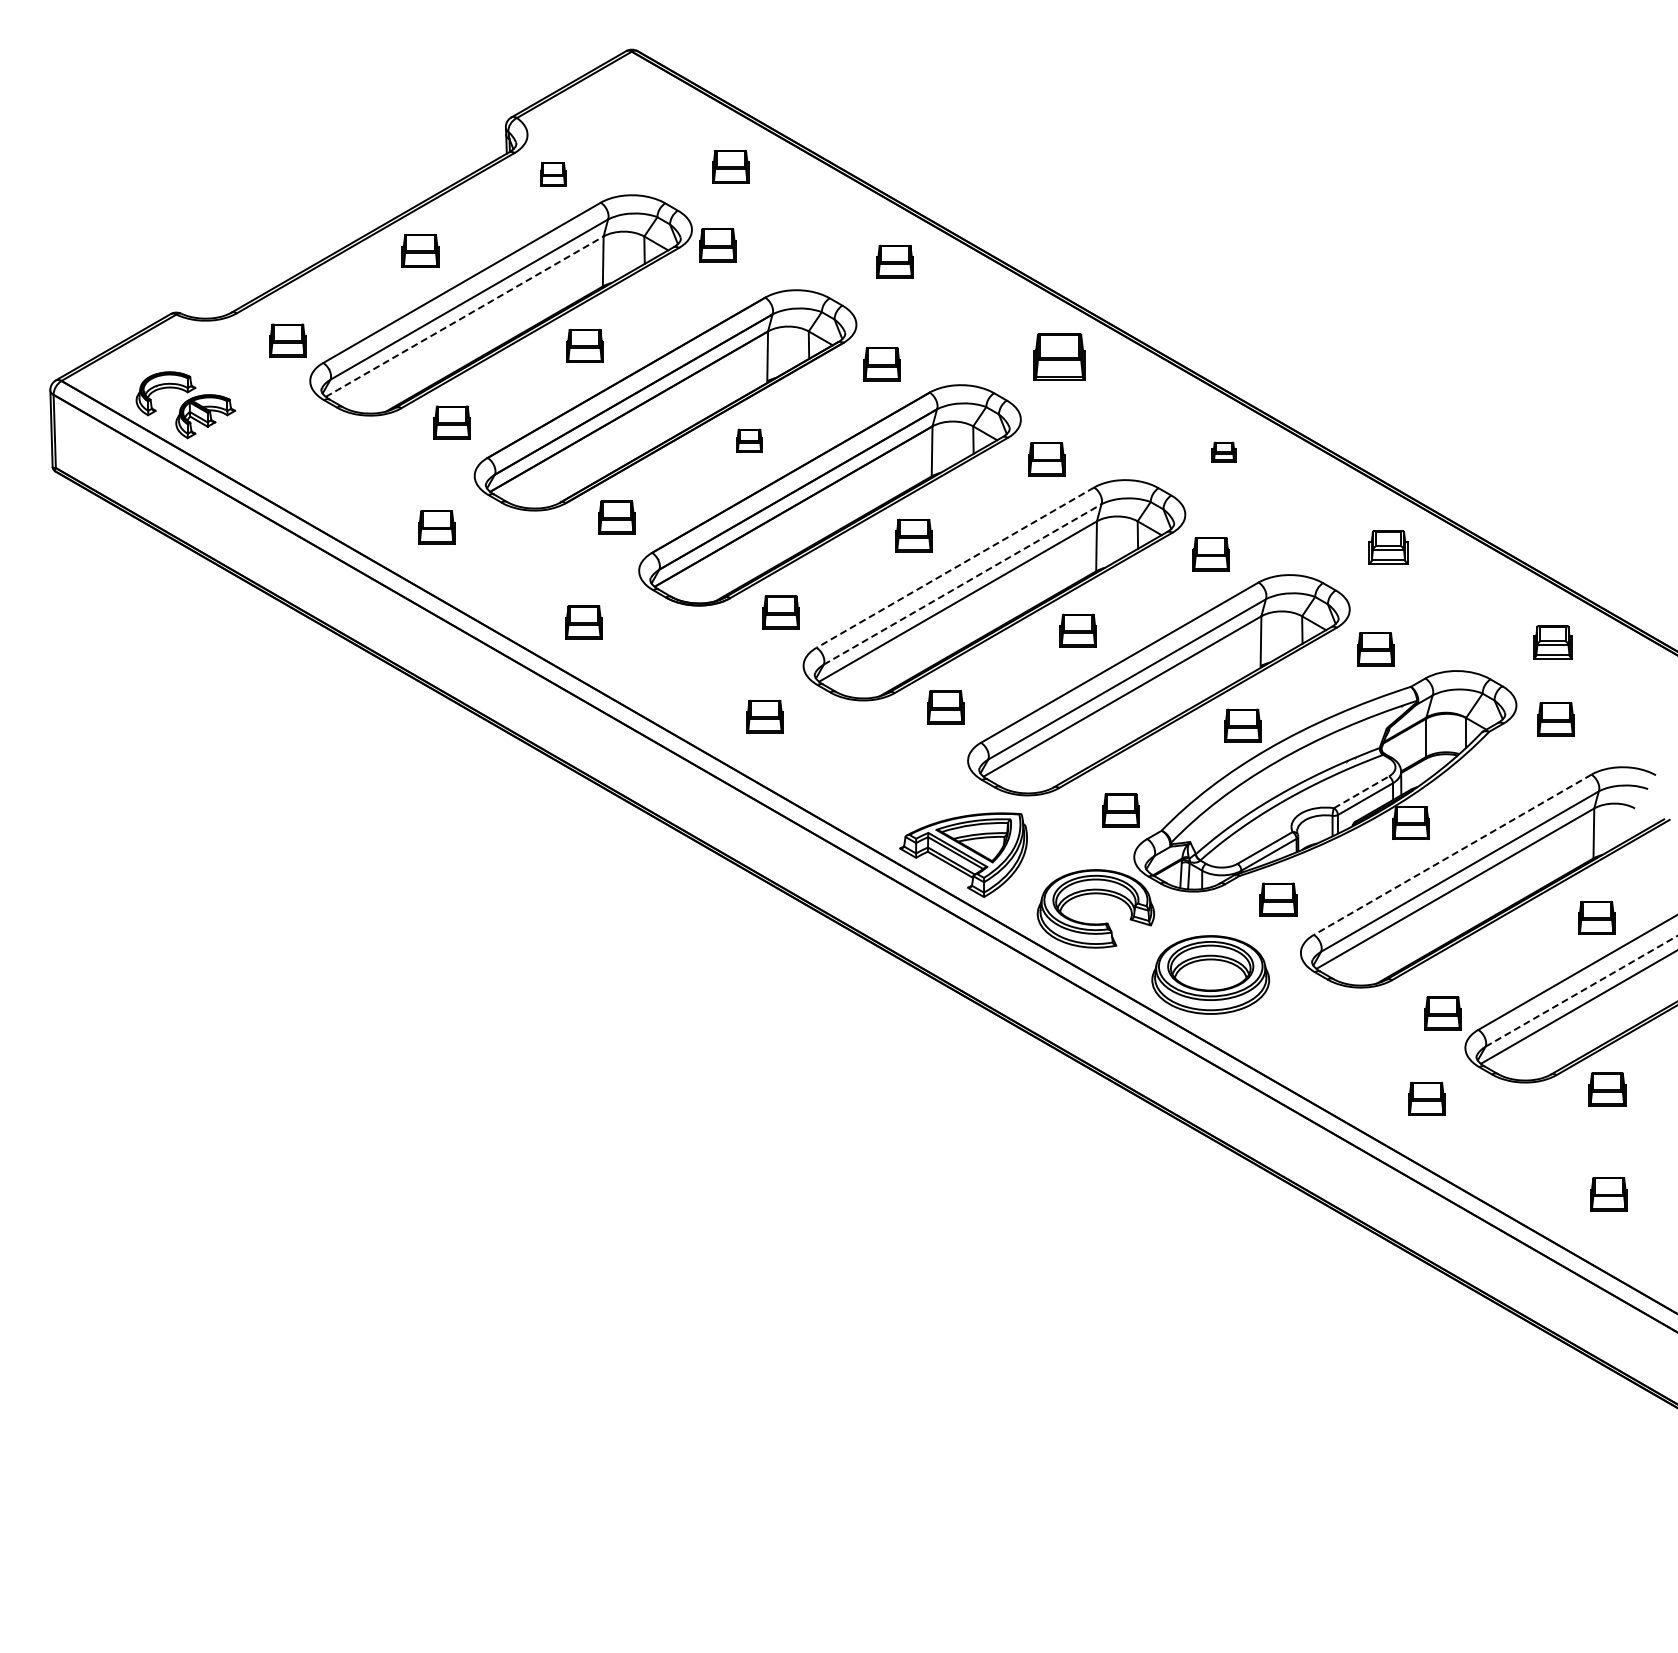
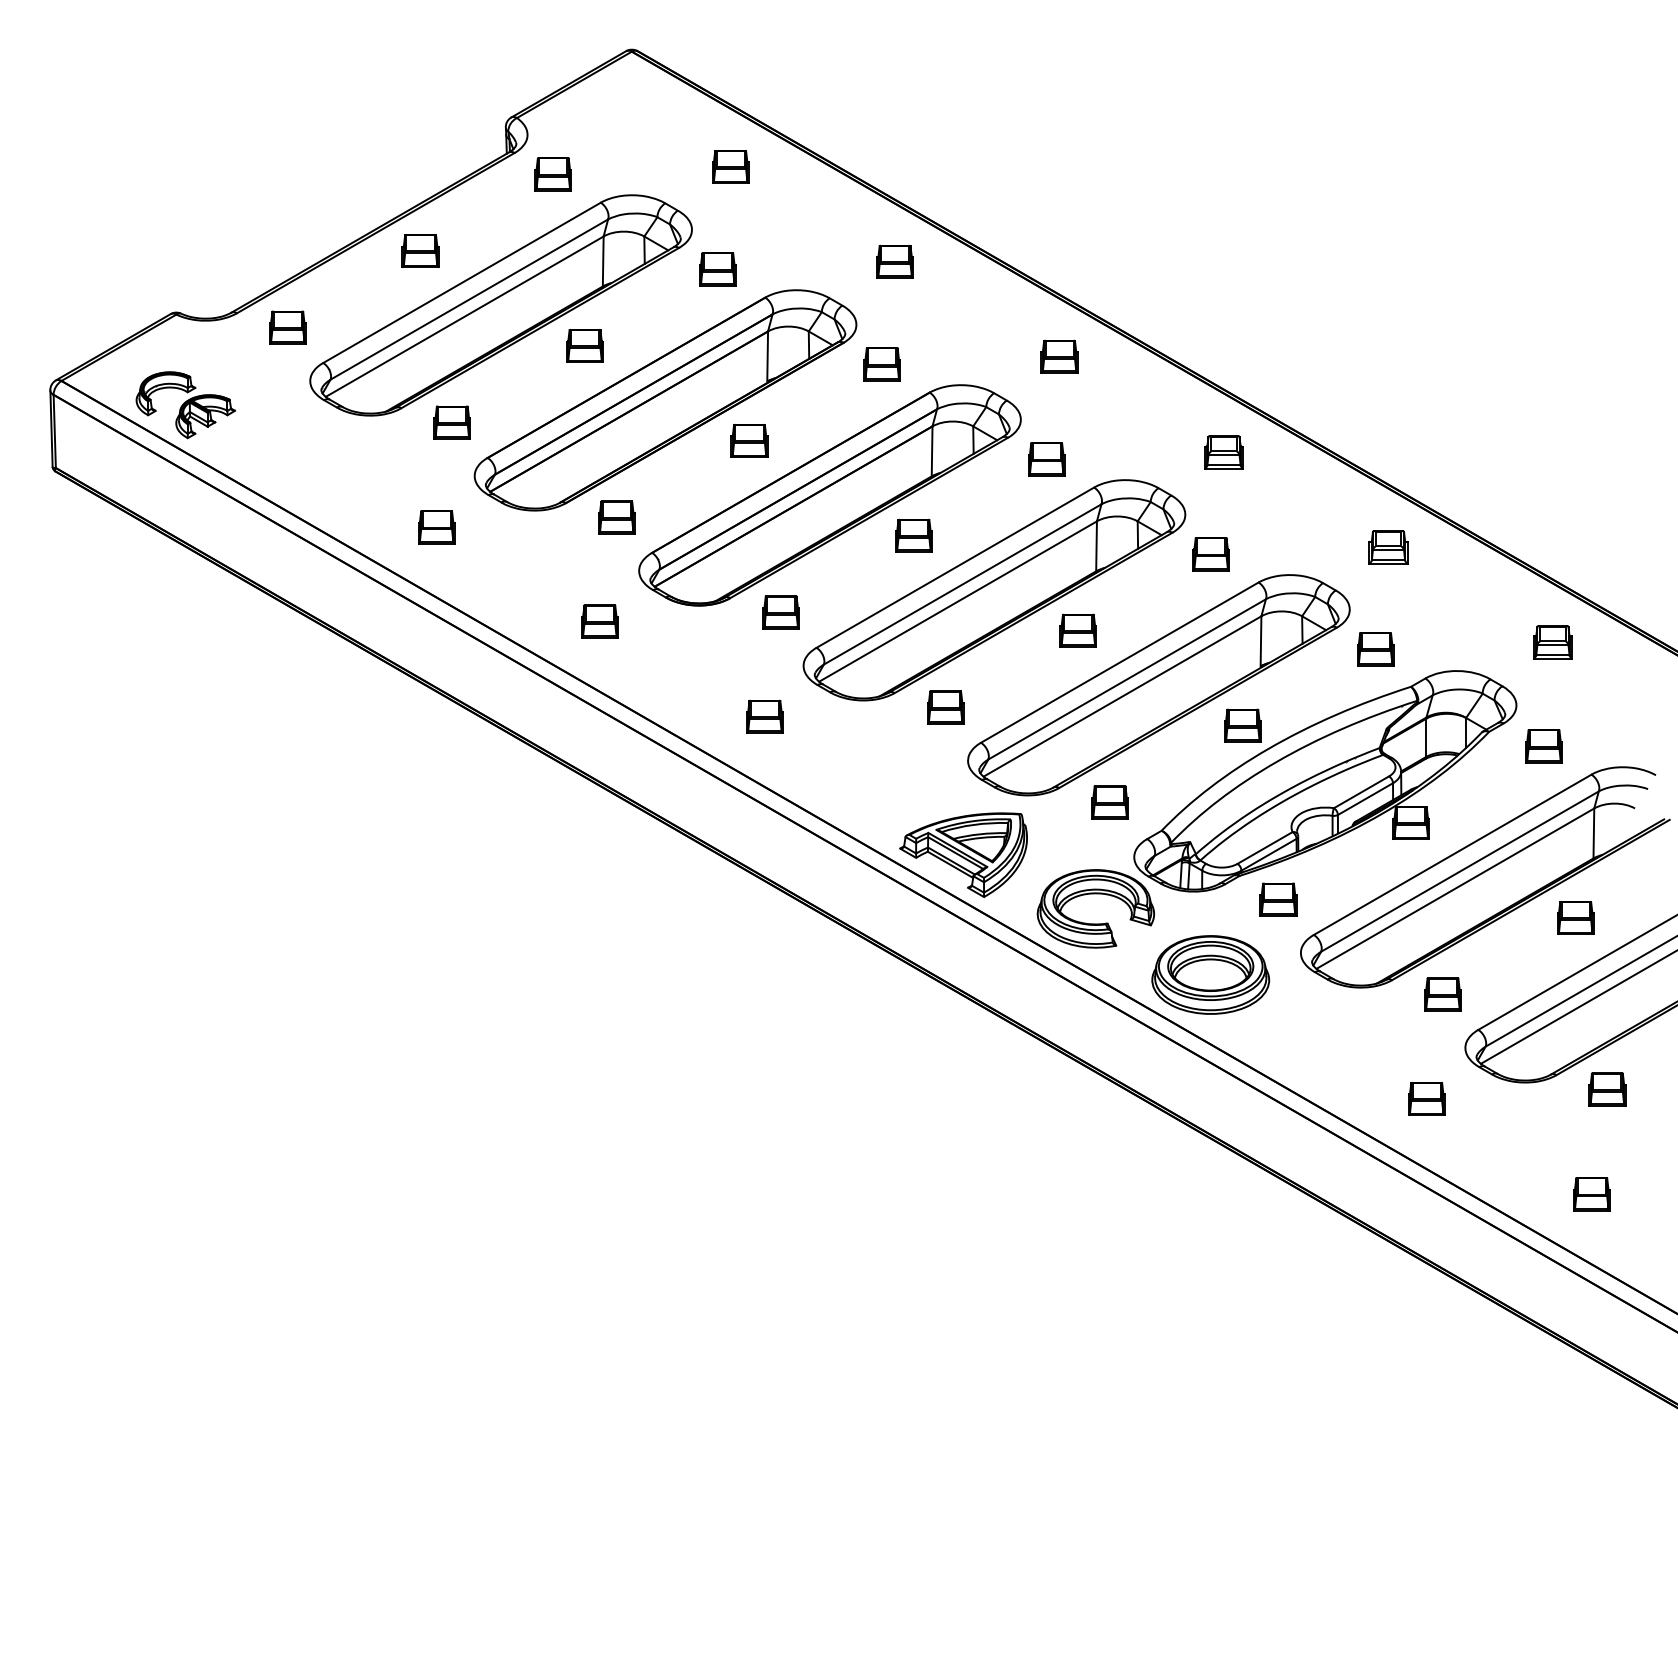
part at (553, 174) size: 27x25 px -> 38x35 px
part at (717, 245) position: (717, 245) -> (717, 269)
line at (465, 316): dashed -> solid
part at (287, 340) position: (287, 340) -> (287, 327)
part at (1059, 356) size: 53x48 px -> 39x35 px
part at (749, 440) size: 27x25 px -> 39x34 px
part at (1223, 451) size: 26x22 px -> 40x35 px
line at (954, 567): dashed -> solid
line at (963, 584): dashed -> solid
part at (583, 622) position: (583, 622) -> (599, 621)
part at (1555, 719) position: (1555, 719) -> (1543, 746)
line at (1361, 792): dashed -> solid
part at (1120, 810) position: (1120, 810) -> (1109, 802)
line at (1452, 855): dashed -> solid
part at (1596, 917) position: (1596, 917) -> (1575, 917)
line at (1581, 991): dashed -> solid
part at (1442, 1013) position: (1442, 1013) -> (1442, 994)
part at (1608, 1194) position: (1608, 1194) -> (1591, 1194)
